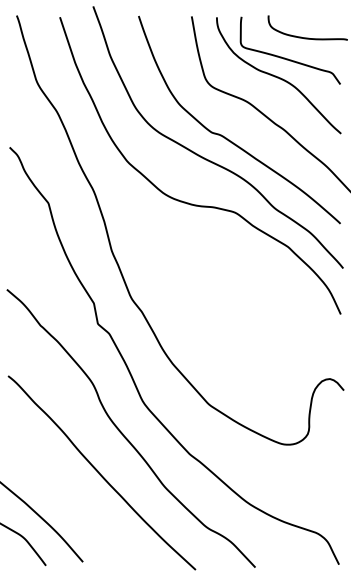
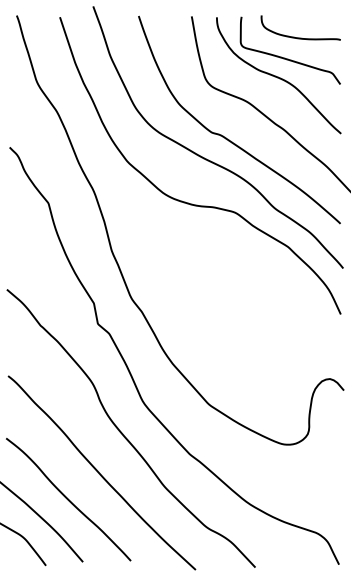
curve at (307, 37) position: (307, 37) -> (300, 37)
curve at (68, 499): none -> present
